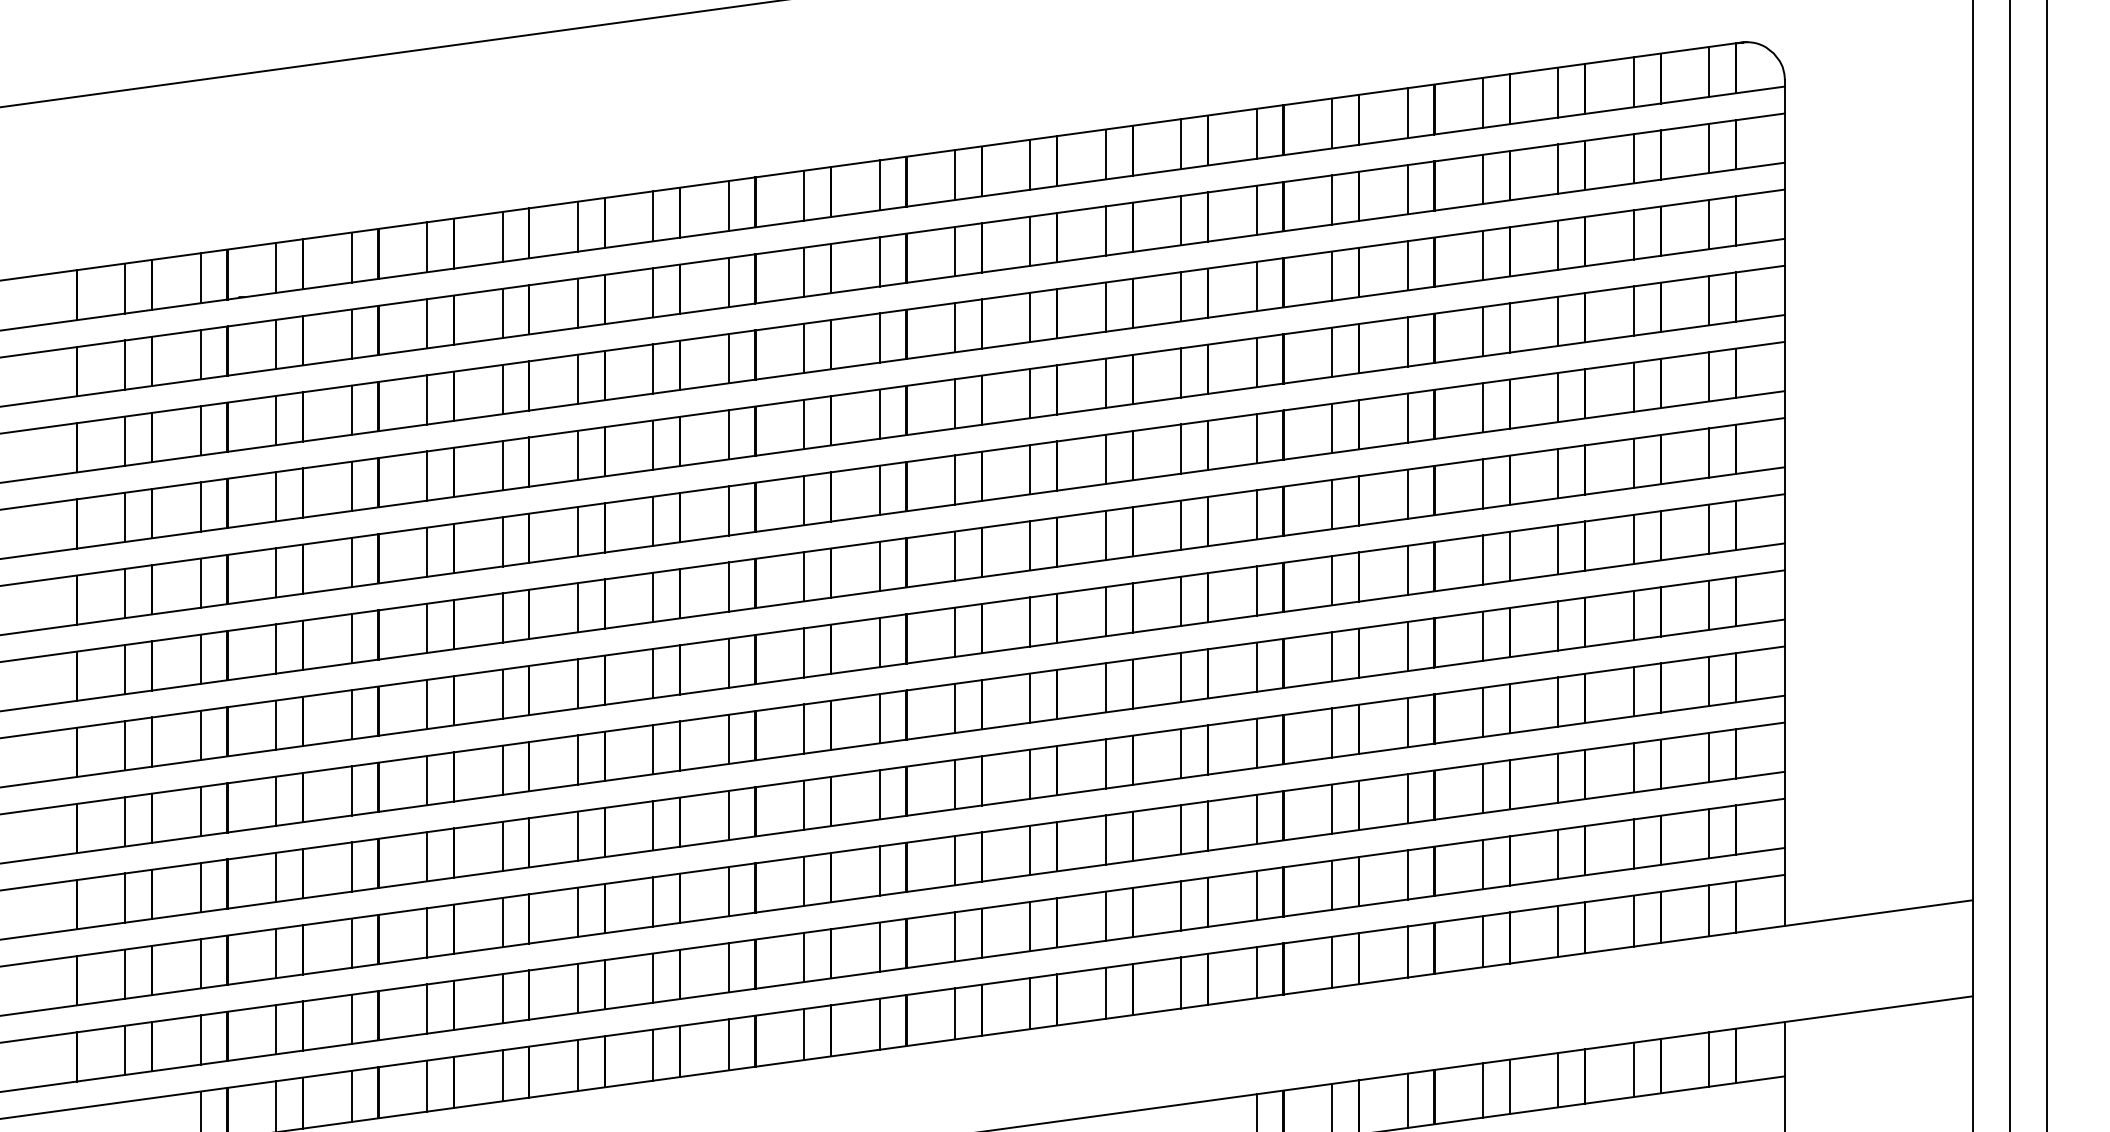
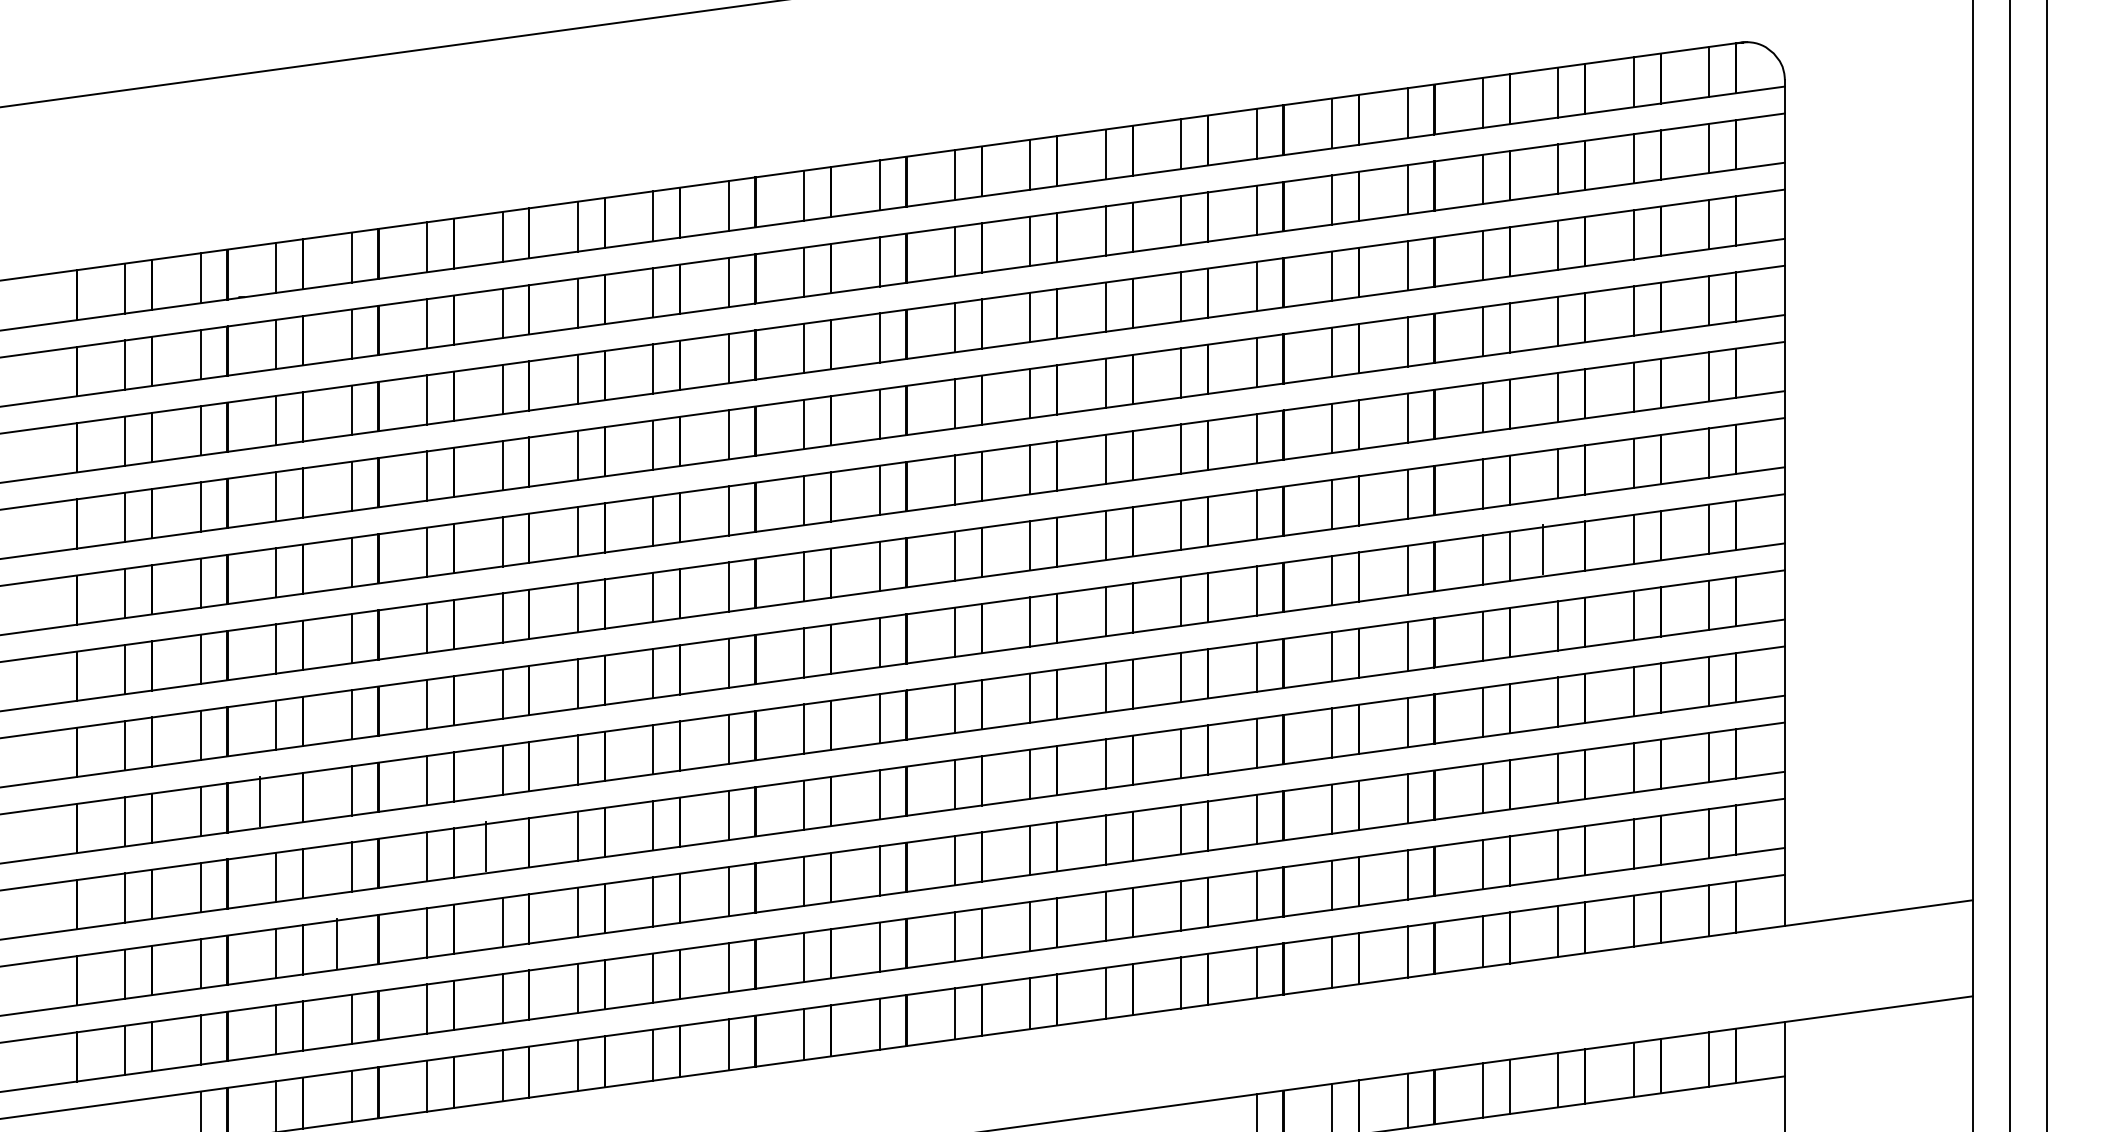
line at (1558, 549) position: (1558, 549) -> (1543, 549)
line at (276, 800) position: (276, 800) -> (260, 800)
line at (502, 846) position: (502, 846) -> (485, 846)
line at (351, 942) position: (351, 942) -> (336, 942)
